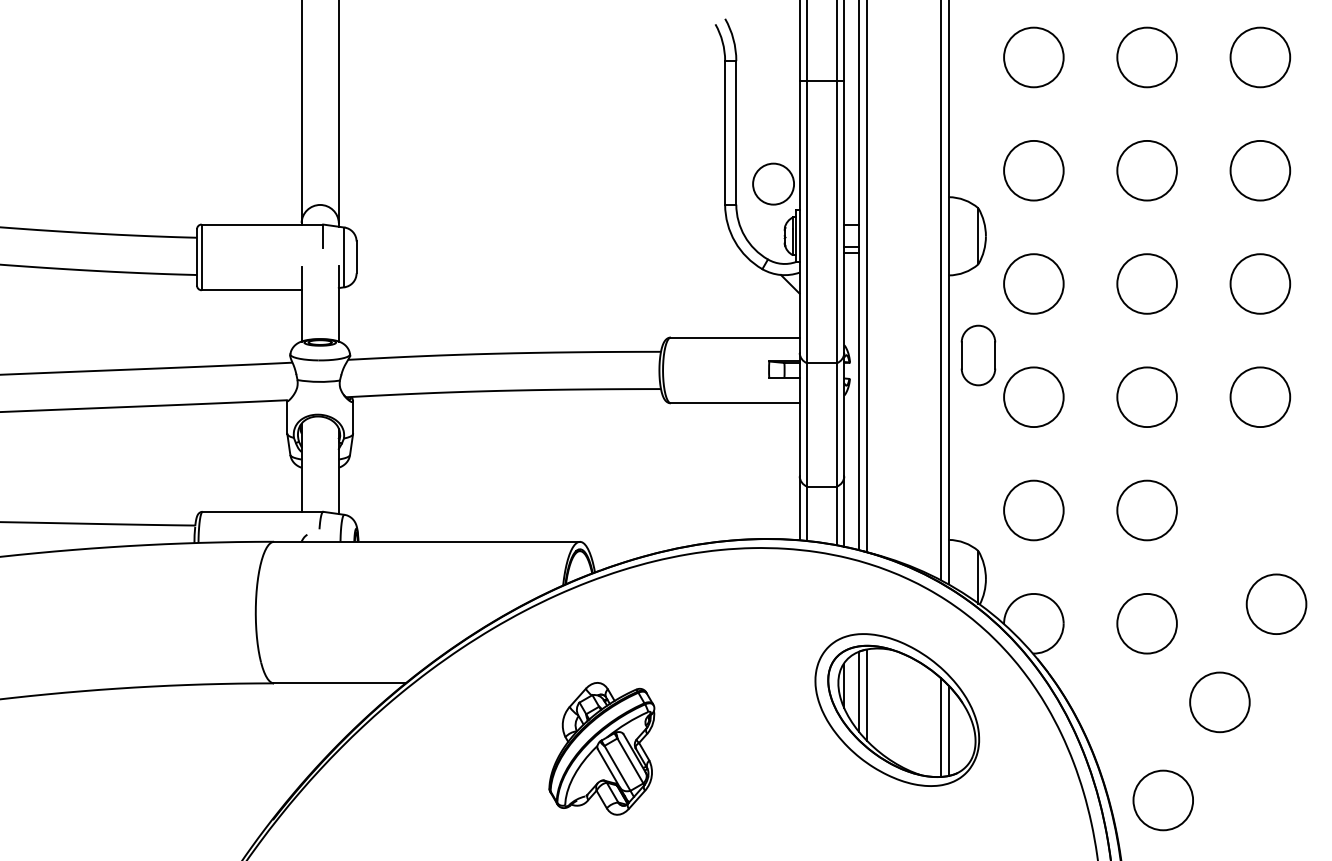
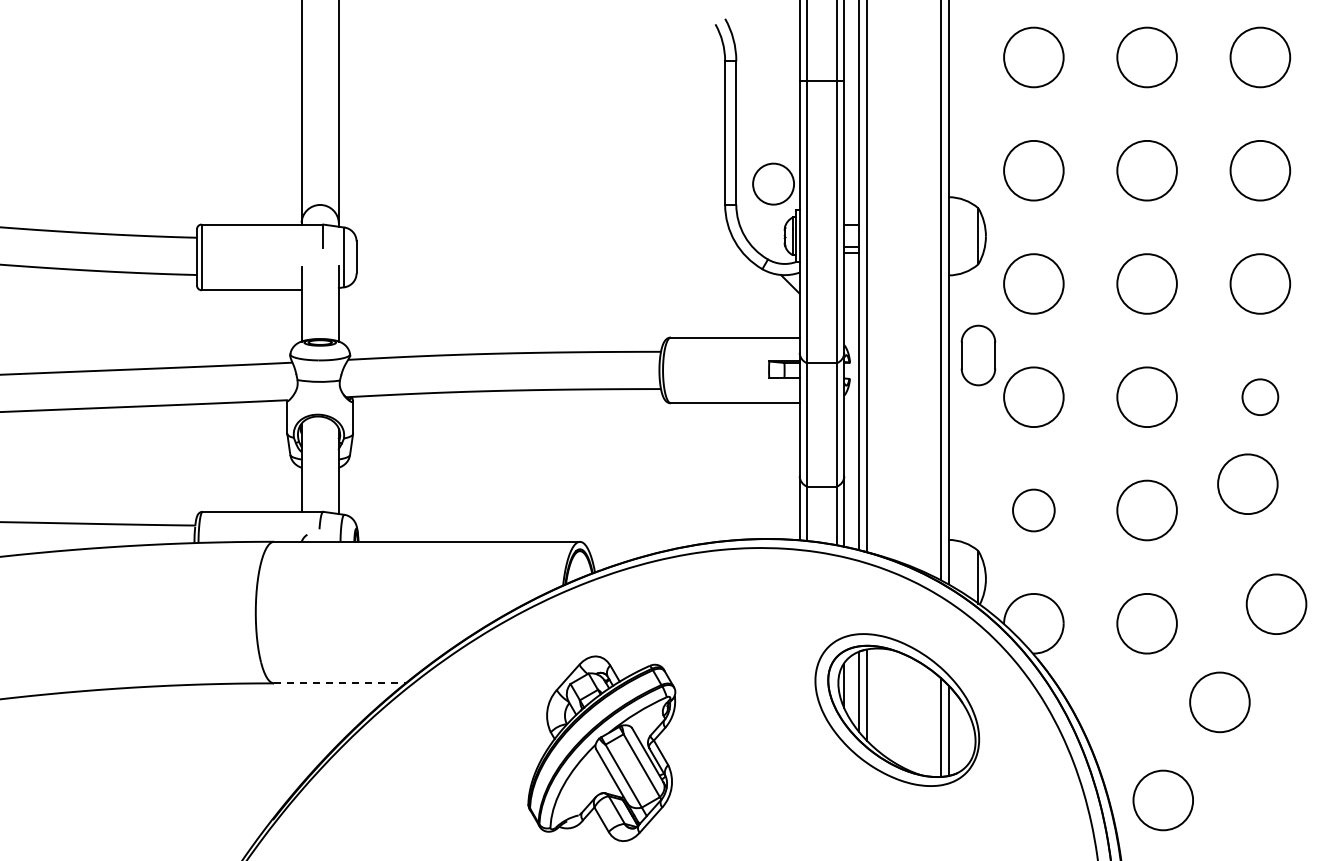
circle at (1260, 397) diameter: 60 px -> 36 px
circle at (1247, 483): none -> present
circle at (1033, 510) diameter: 60 px -> 42 px
line at (340, 683): solid -> dashed
part at (601, 748) size: 108x134 px -> 150x187 px
